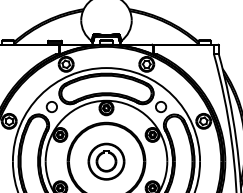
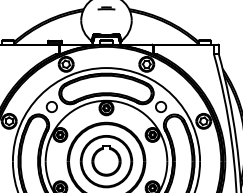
part at (106, 8): none -> present
part at (106, 161) size: 39x39 px -> 55x54 px
